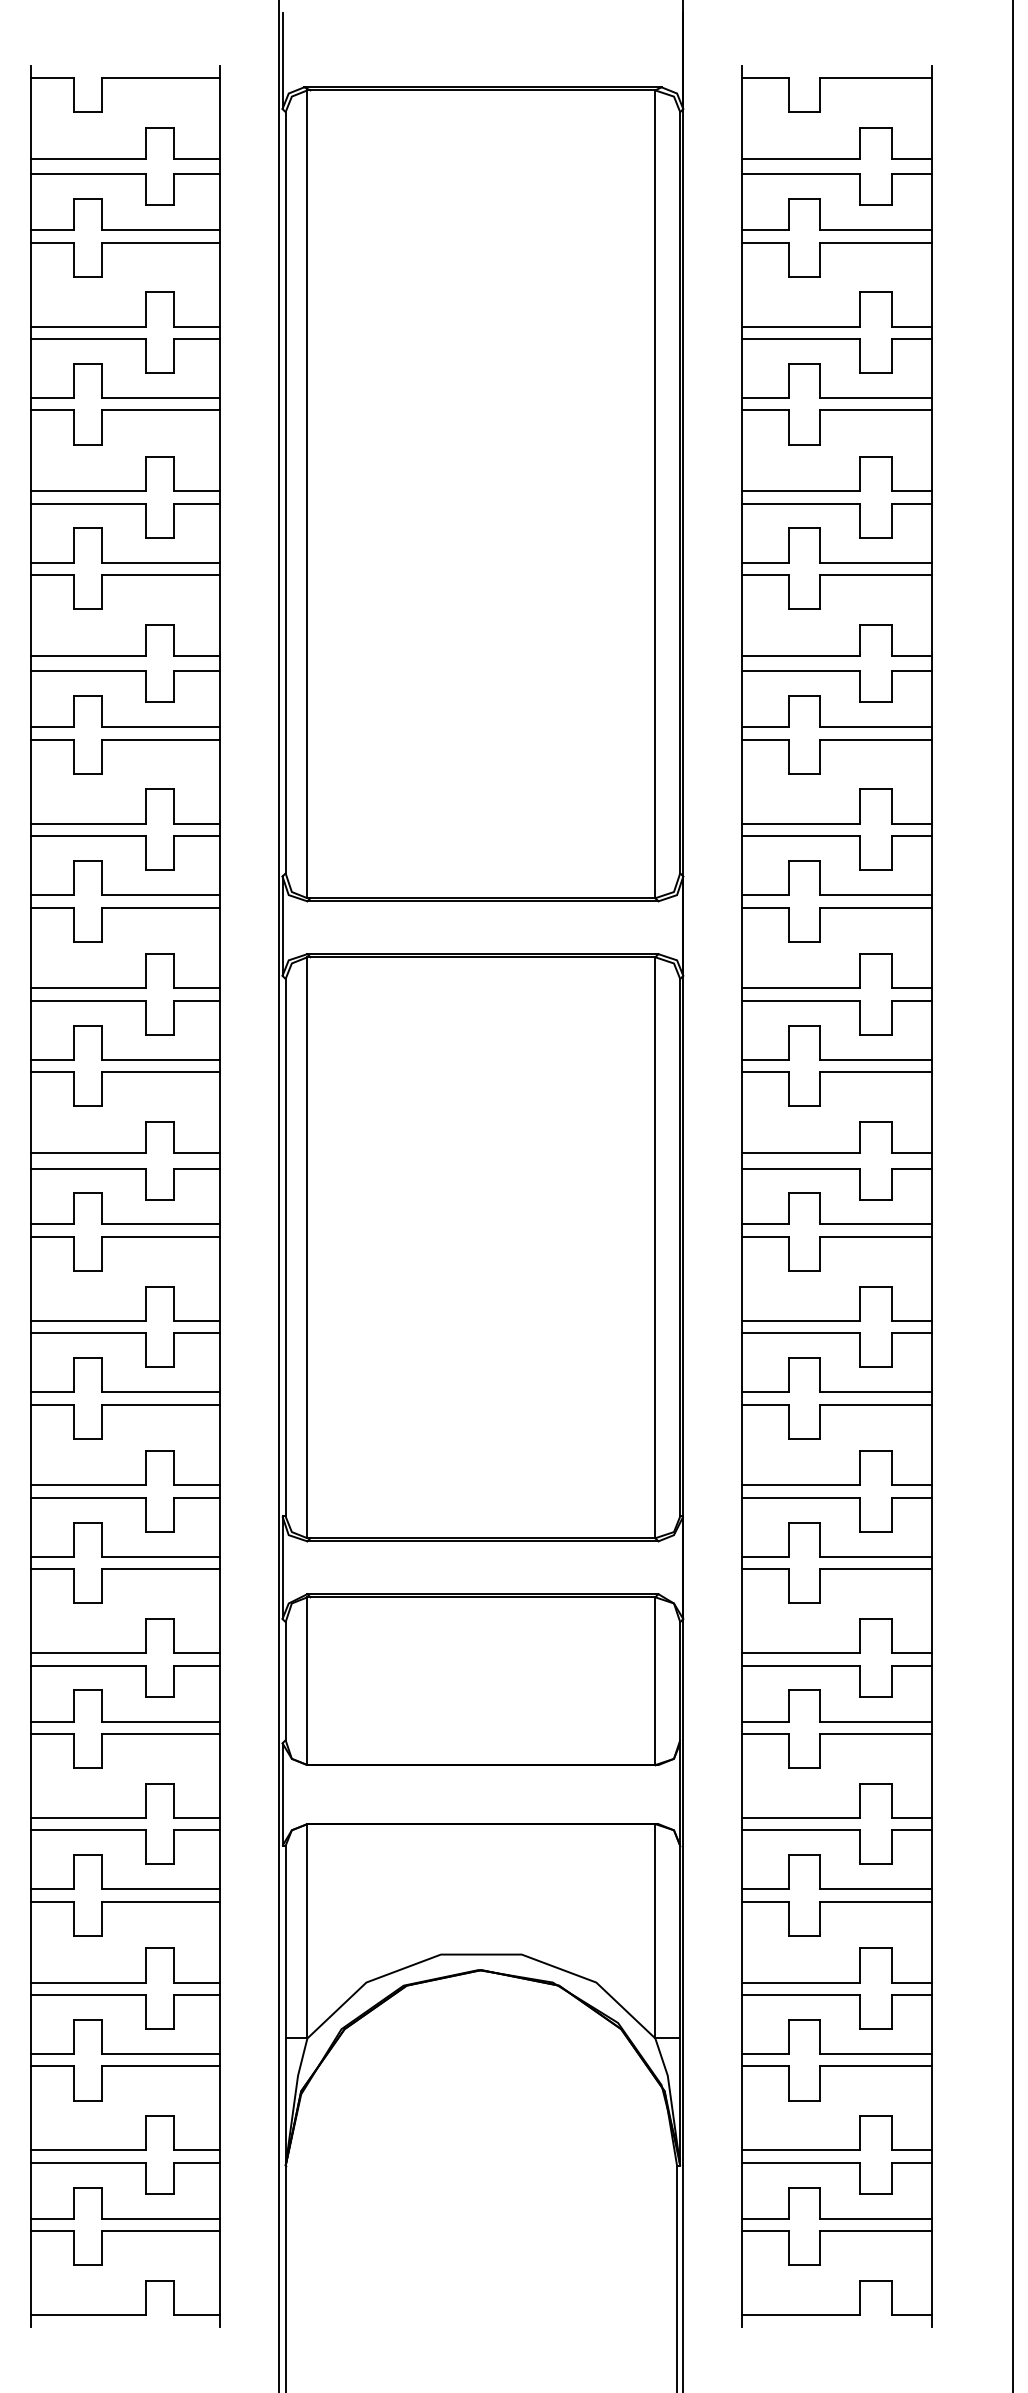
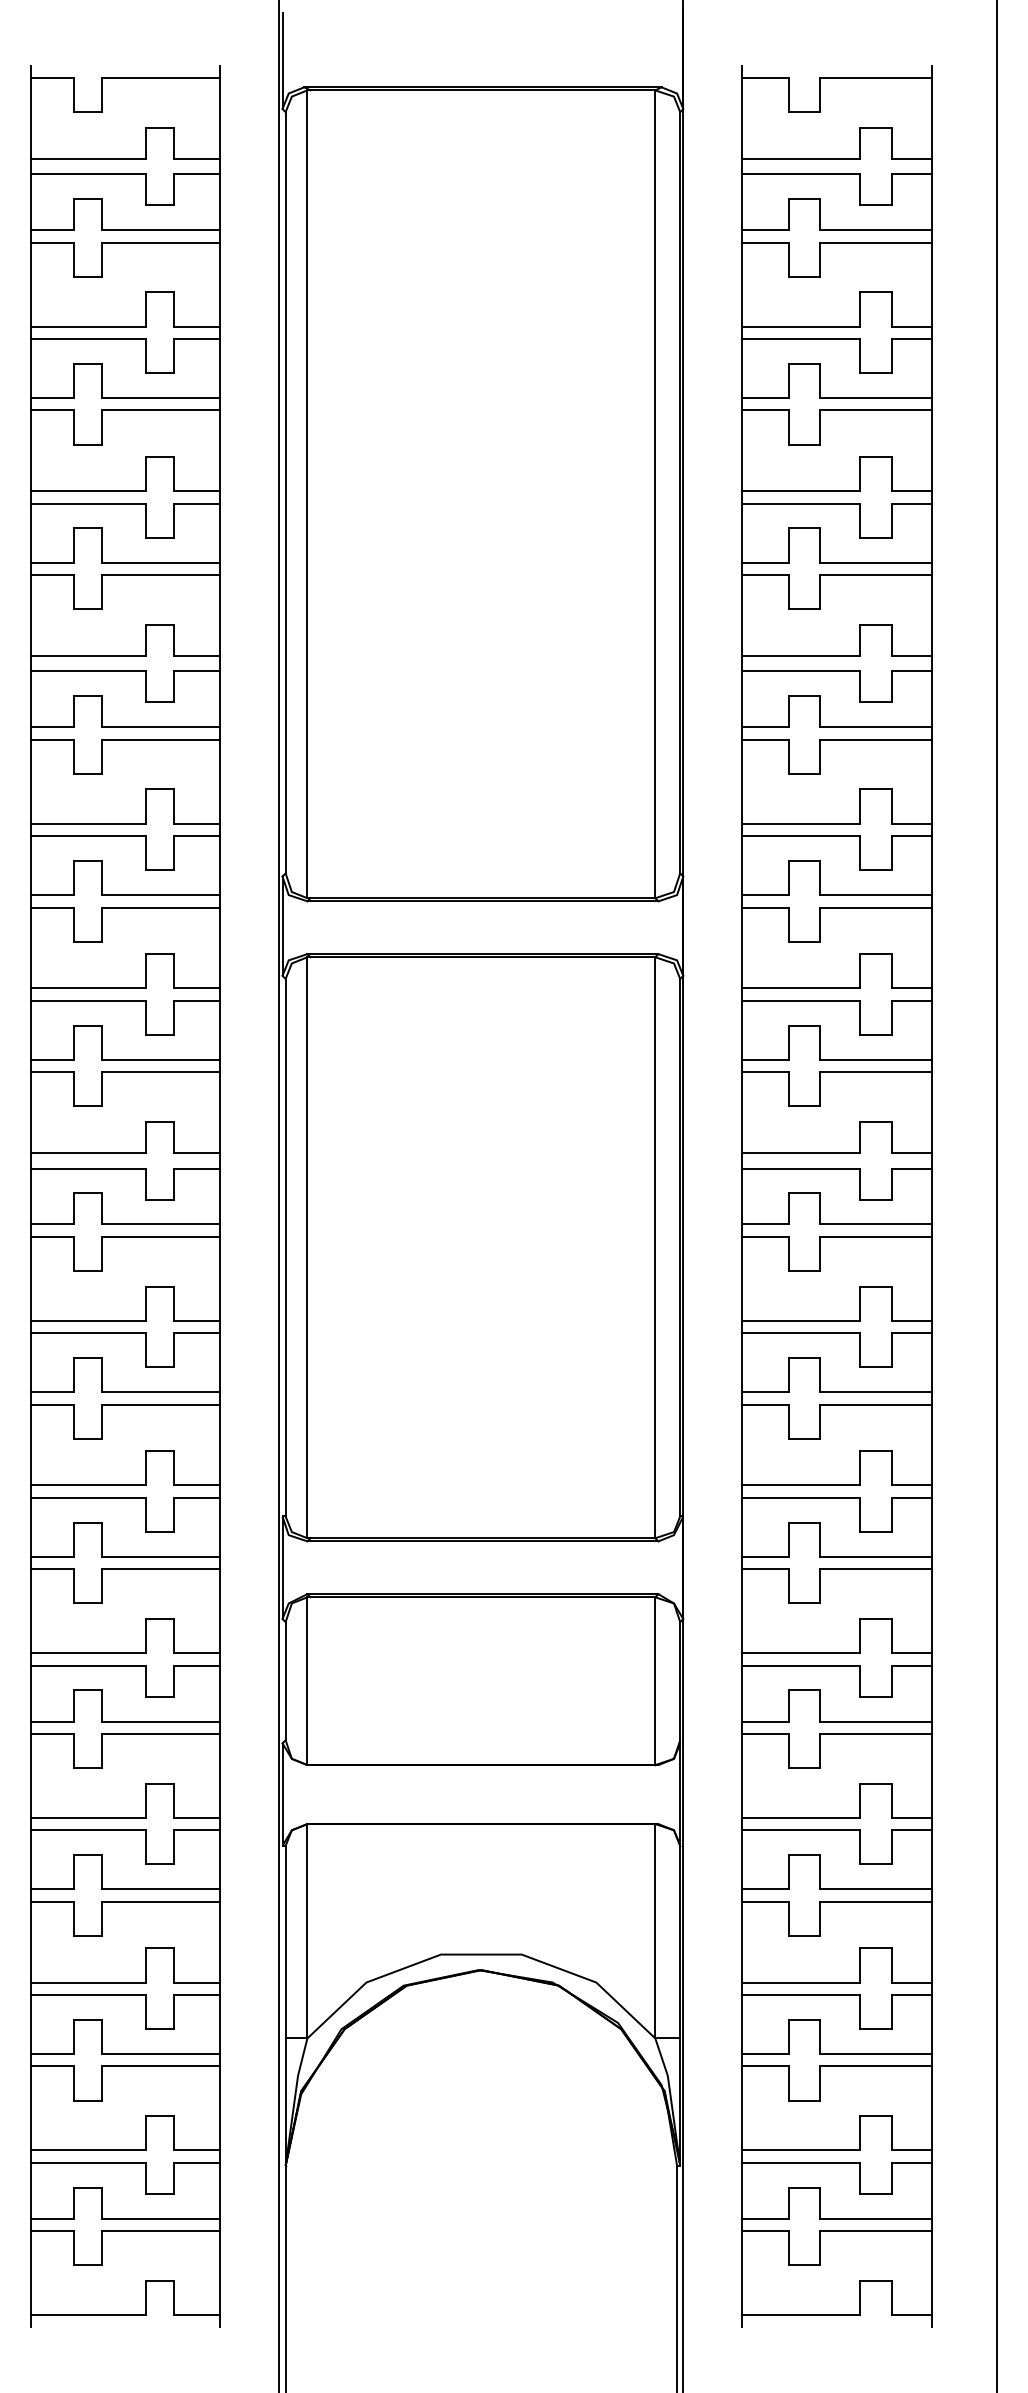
line at (1013, 1195) position: (1013, 1195) -> (997, 1195)
